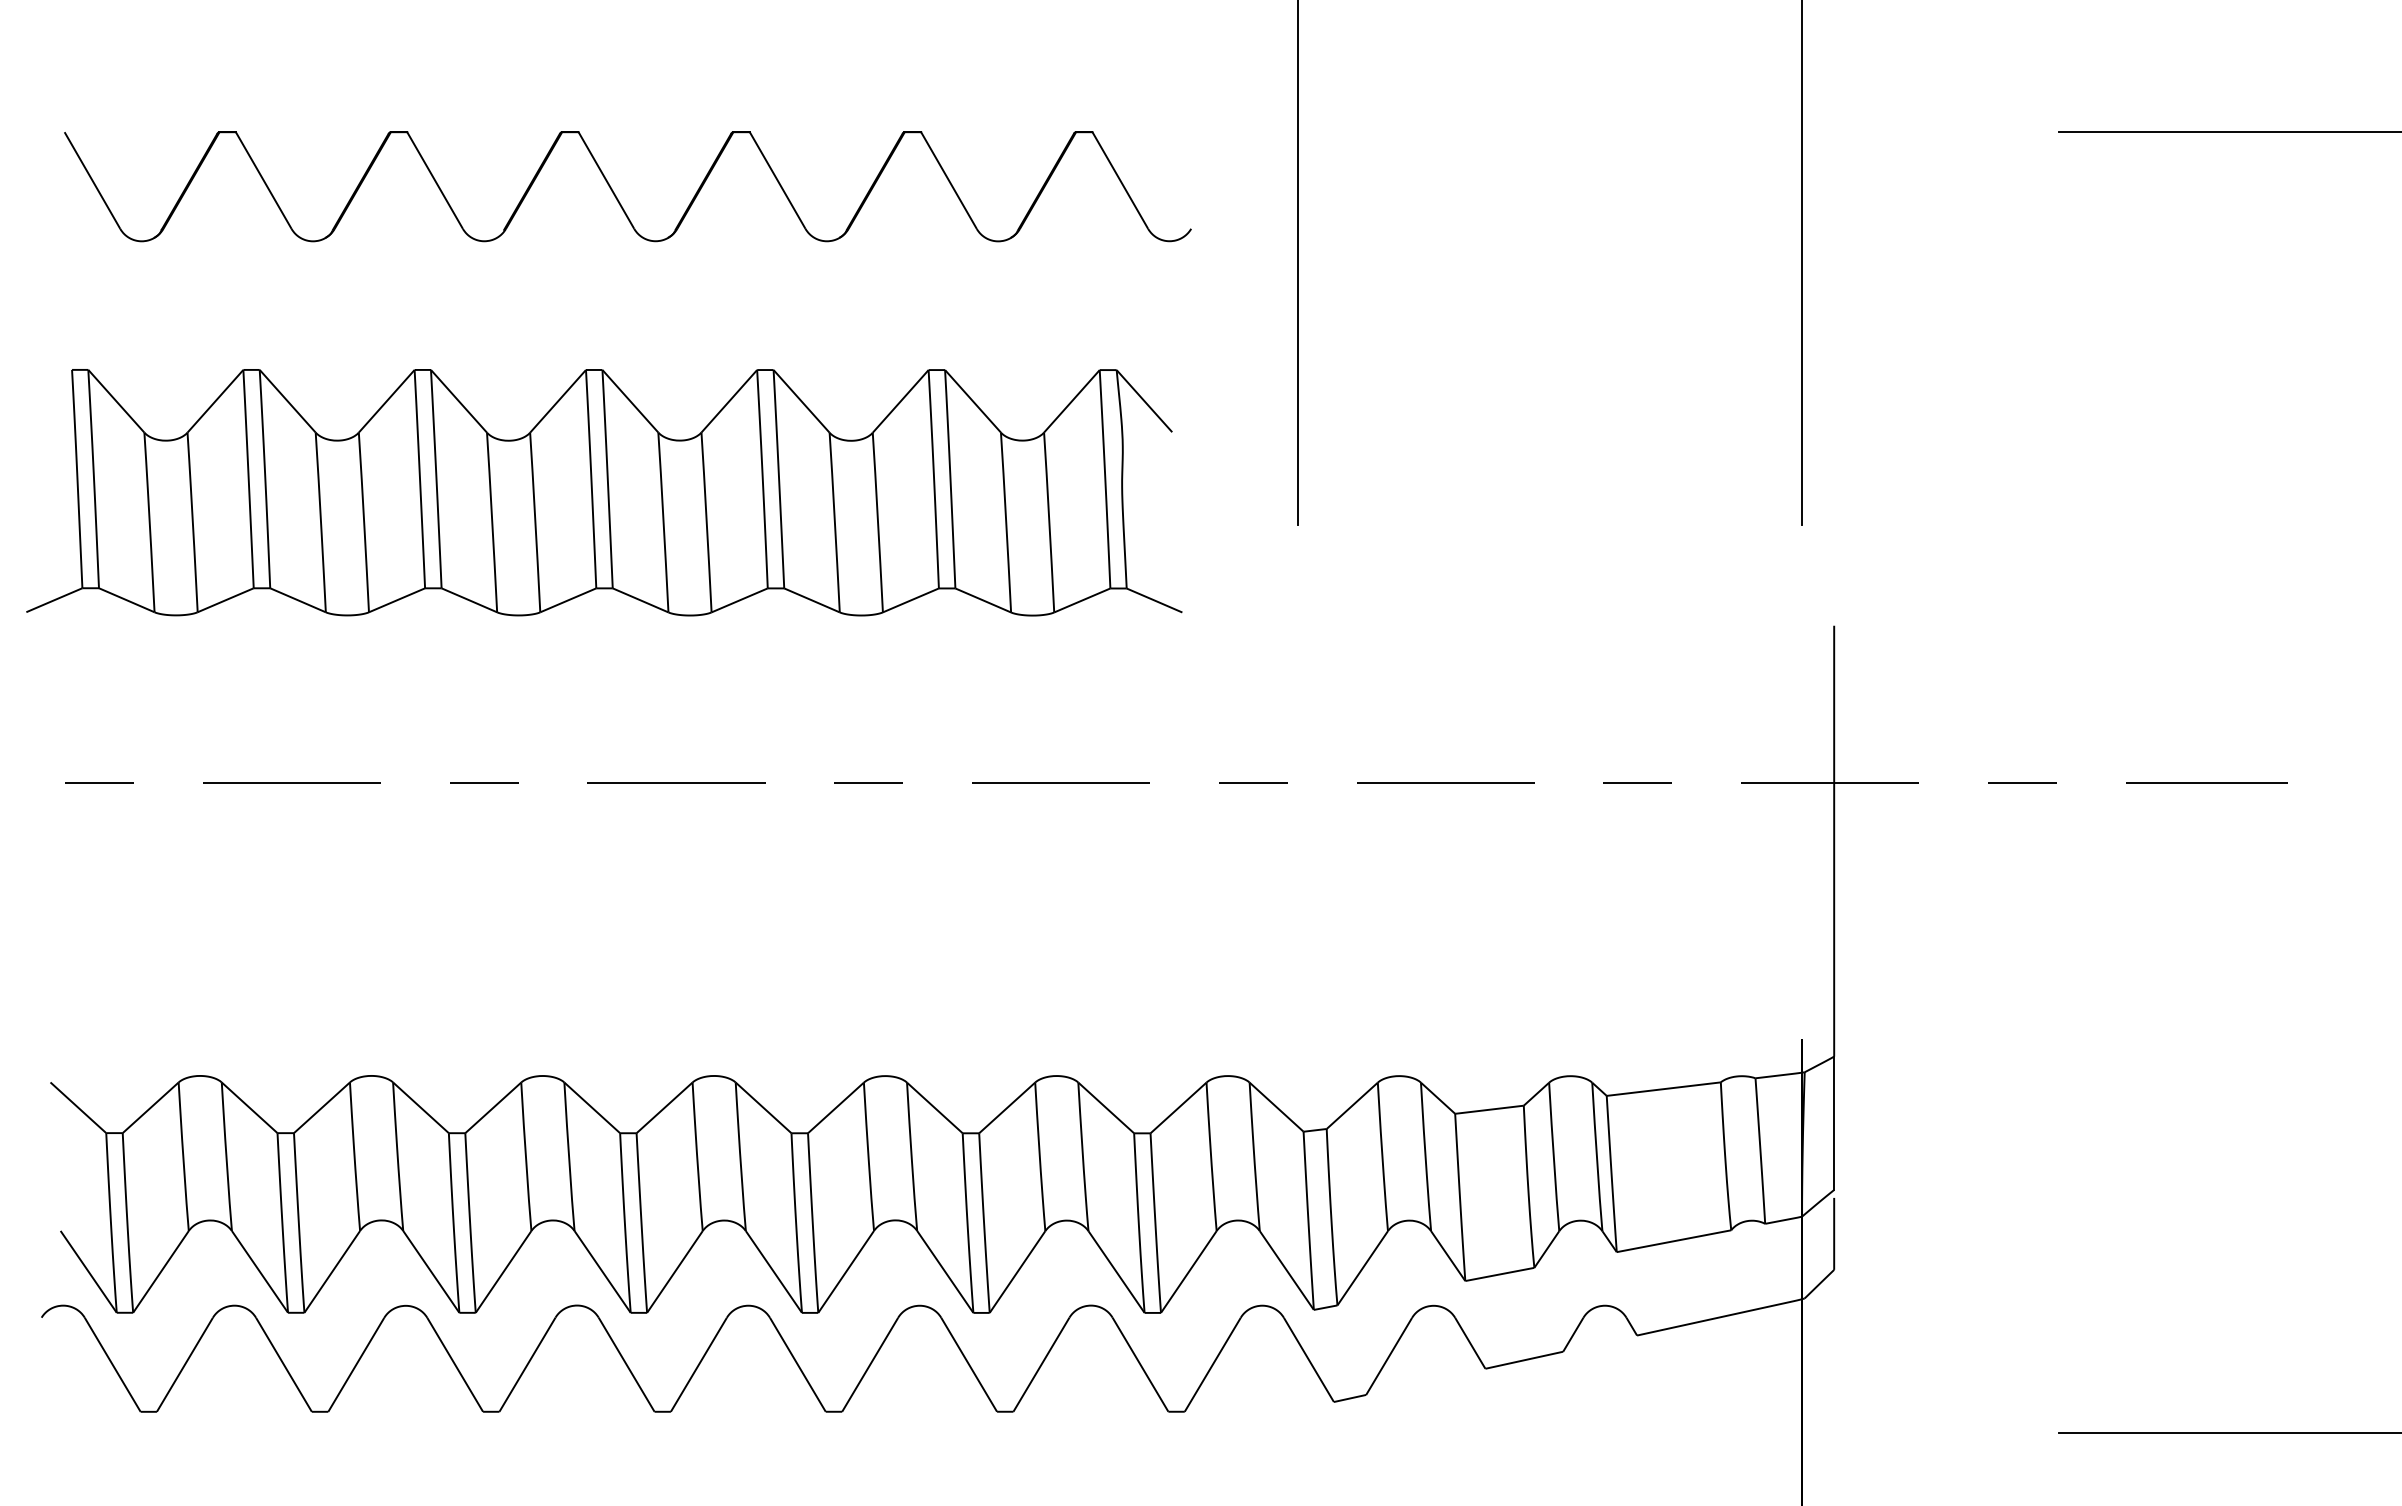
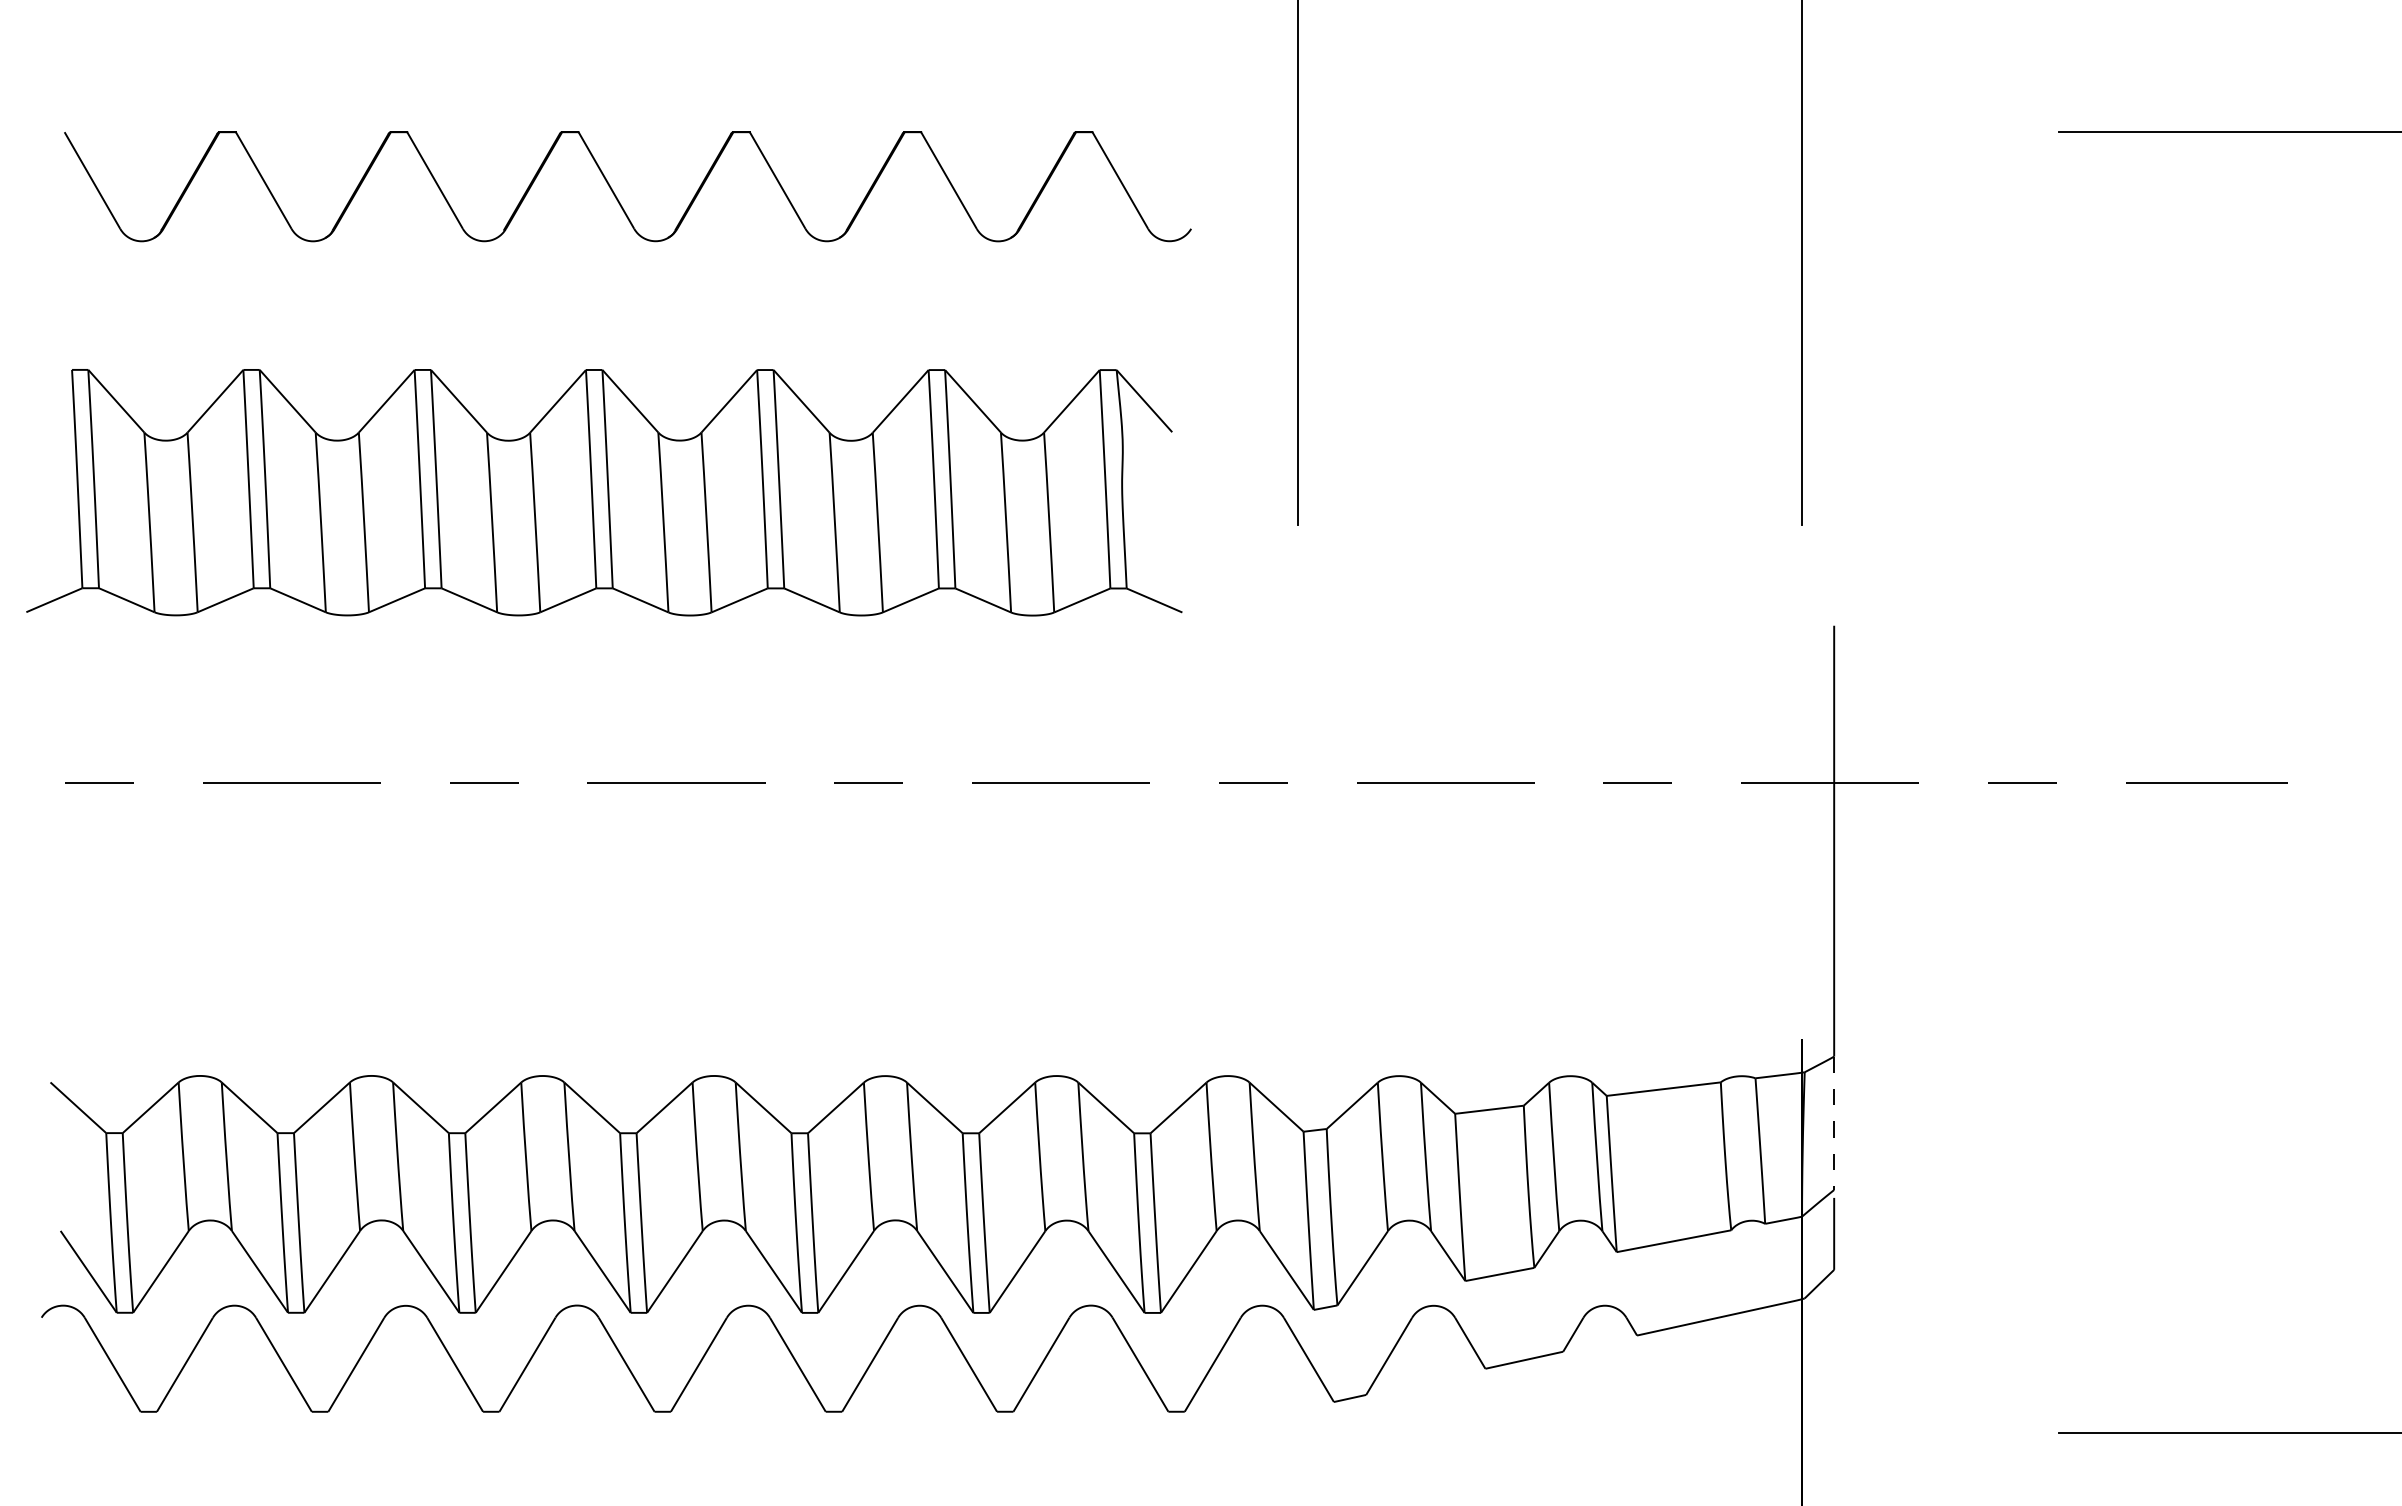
line at (1834, 1123): solid -> dashed
